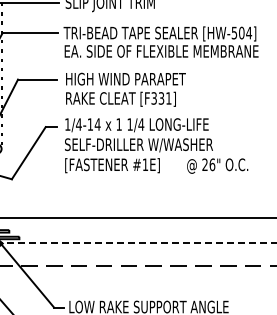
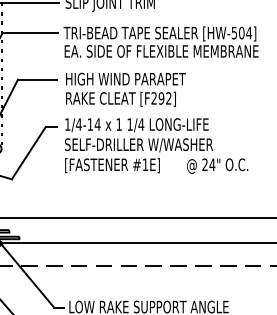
text at (161, 98): [F331] -> [F292]
text at (212, 164): 26" -> 24"
line at (138, 243): dashed -> solid
